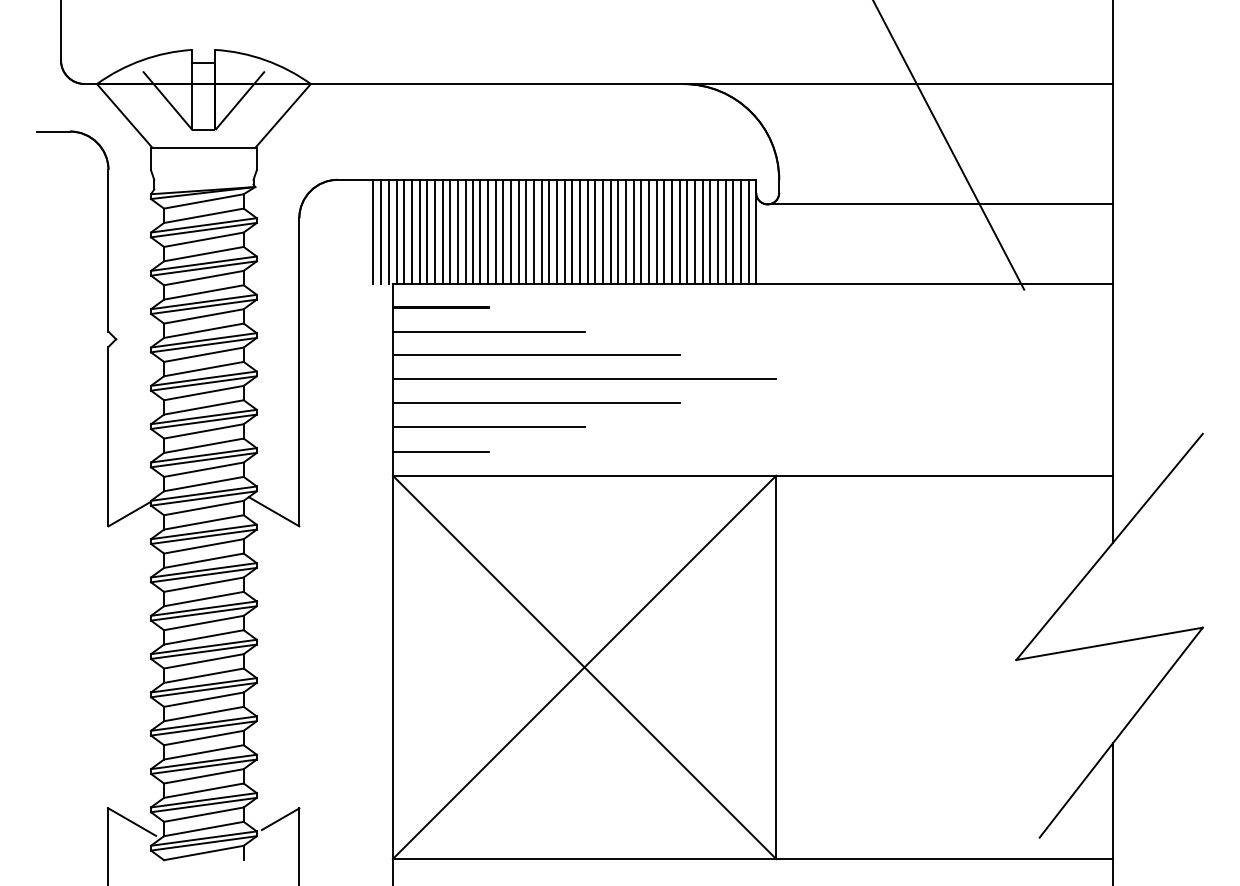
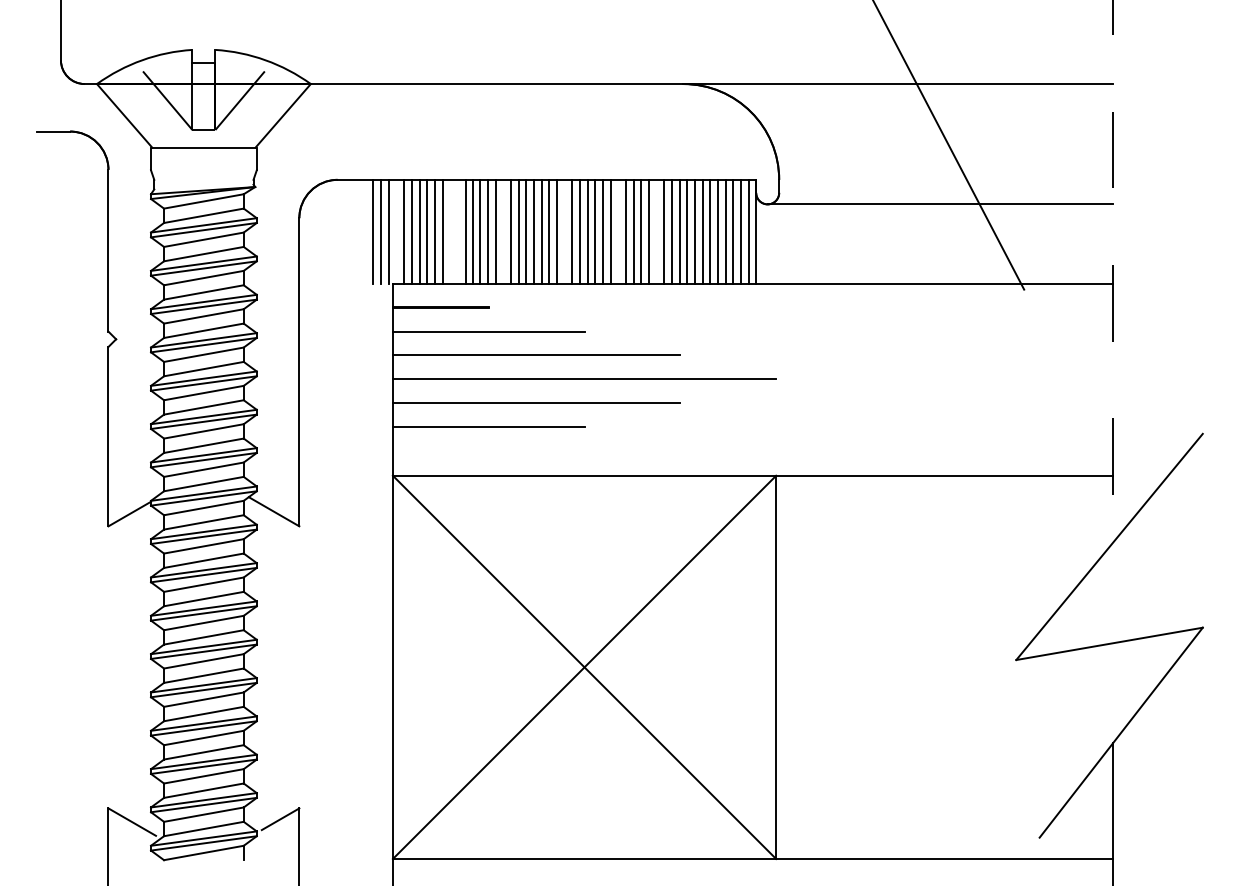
line at (396, 231): present -> none
line at (450, 231): present -> none
line at (458, 231): present -> none
line at (503, 231): present -> none
line at (564, 231): present -> none
line at (618, 231): present -> none
line at (656, 231): present -> none
line at (1113, 271): solid -> dashed
line at (440, 451): present -> none
